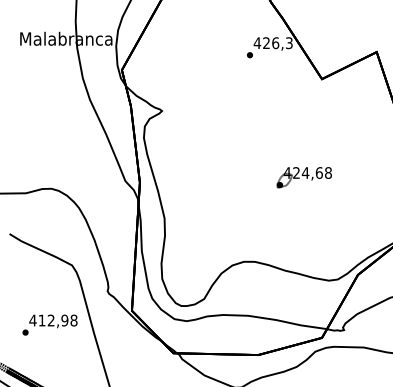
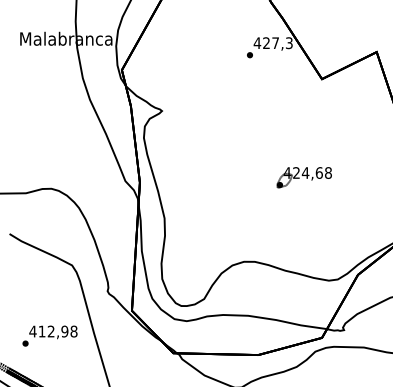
text at (275, 43): 426,3 -> 427,3
text at (49, 324) position: (49, 324) -> (49, 335)
